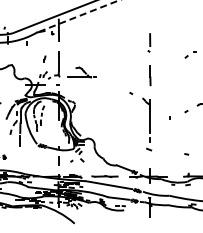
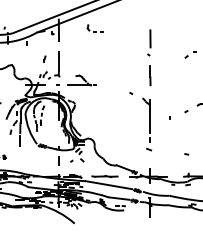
line at (79, 15): dashed -> solid
part at (94, 28): none -> present
part at (149, 42) size: 5x20 px -> 5x28 px
part at (81, 72) position: (81, 72) -> (81, 80)
